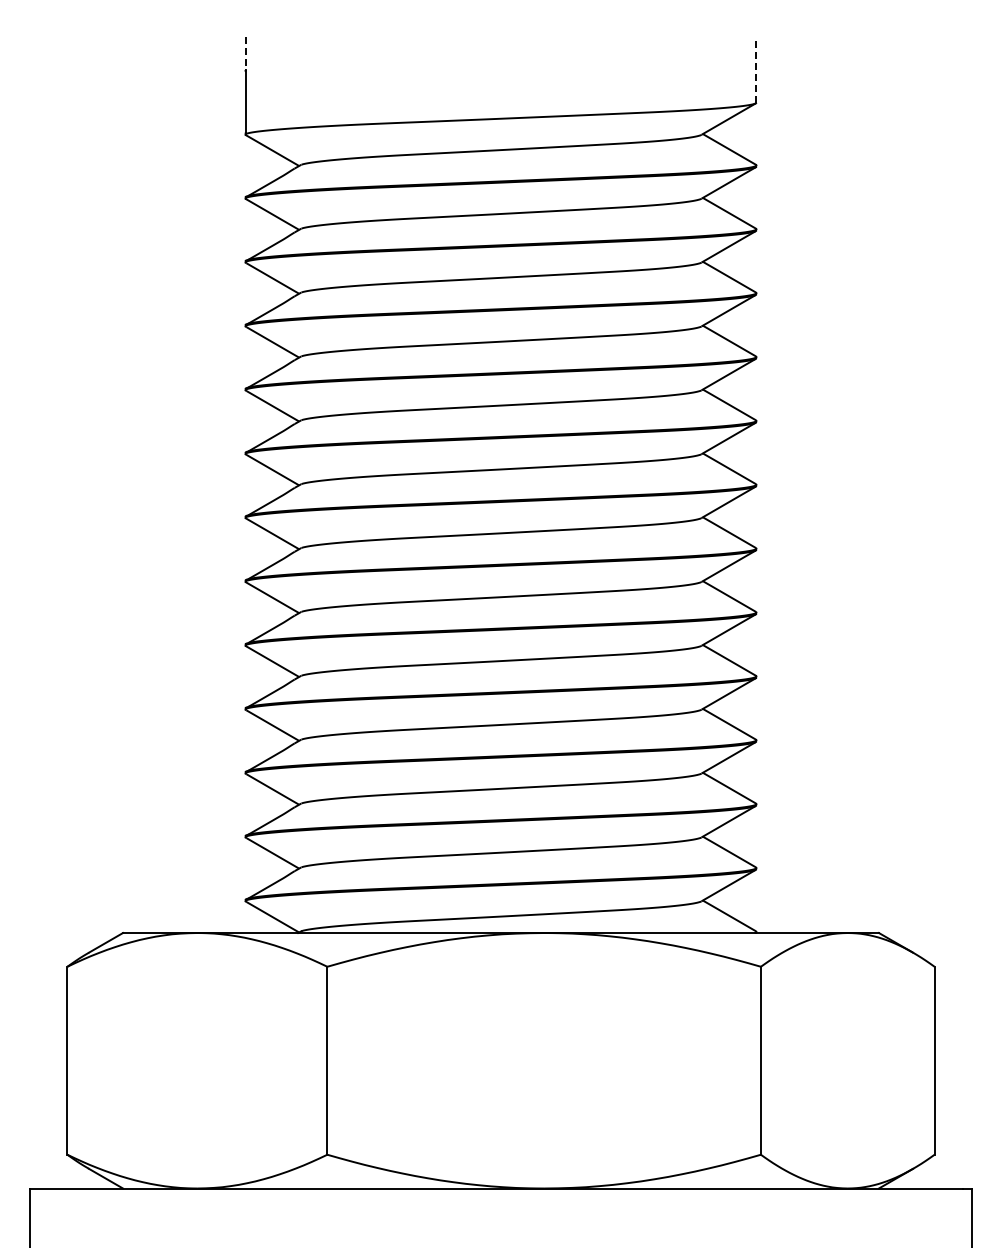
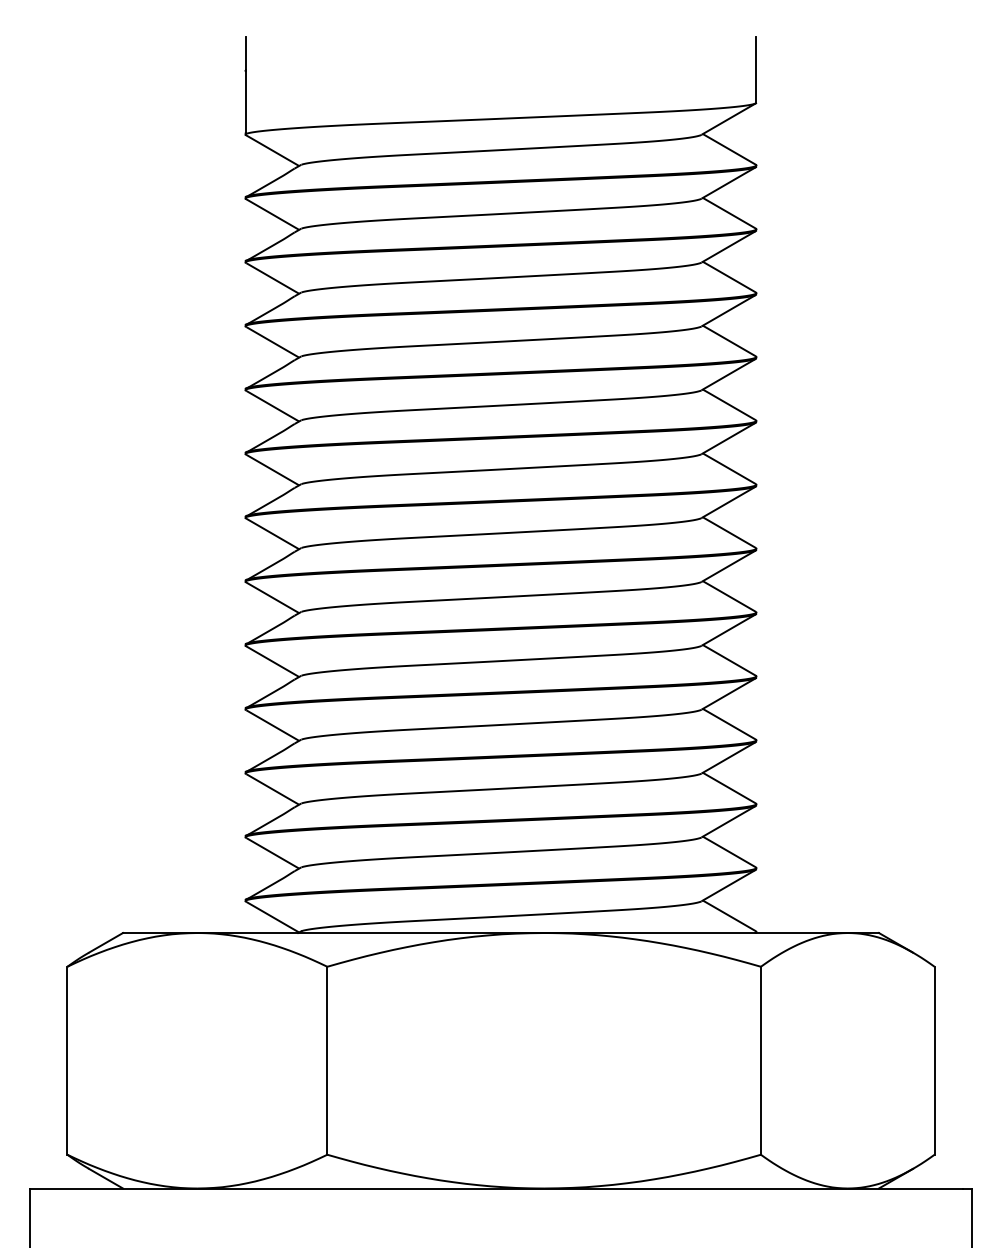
line at (245, 54): dashed -> solid
line at (756, 70): dashed -> solid
